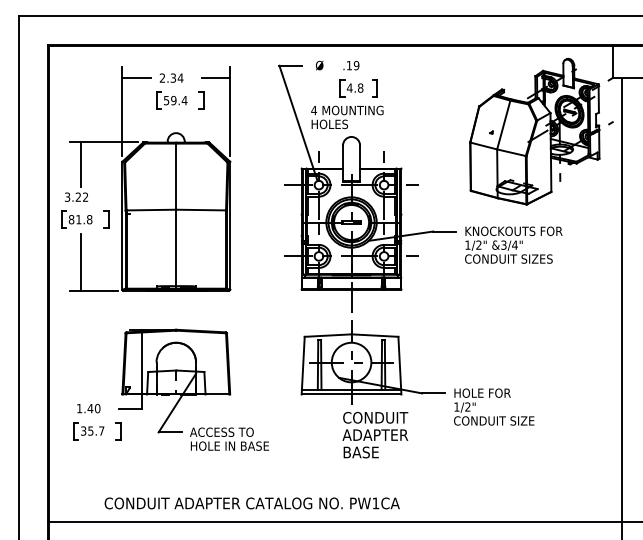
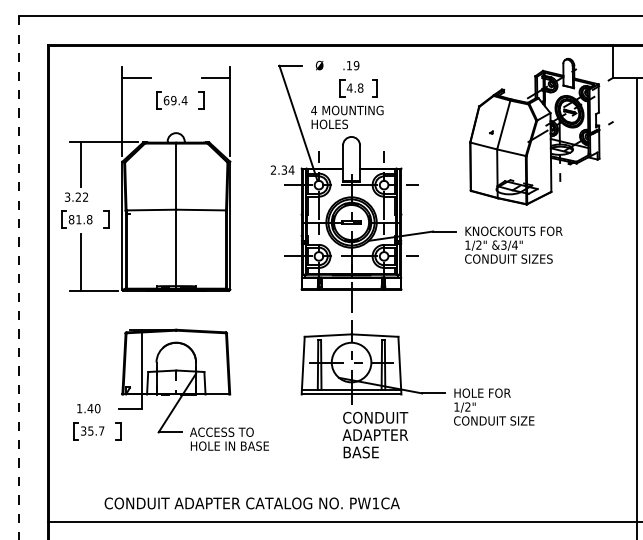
text at (171, 77) position: (171, 77) -> (282, 169)
text at (166, 100): 59.4 -> 69.4
line at (19, 278): solid -> dashed
line at (621, 307) position: (621, 307) -> (636, 307)
